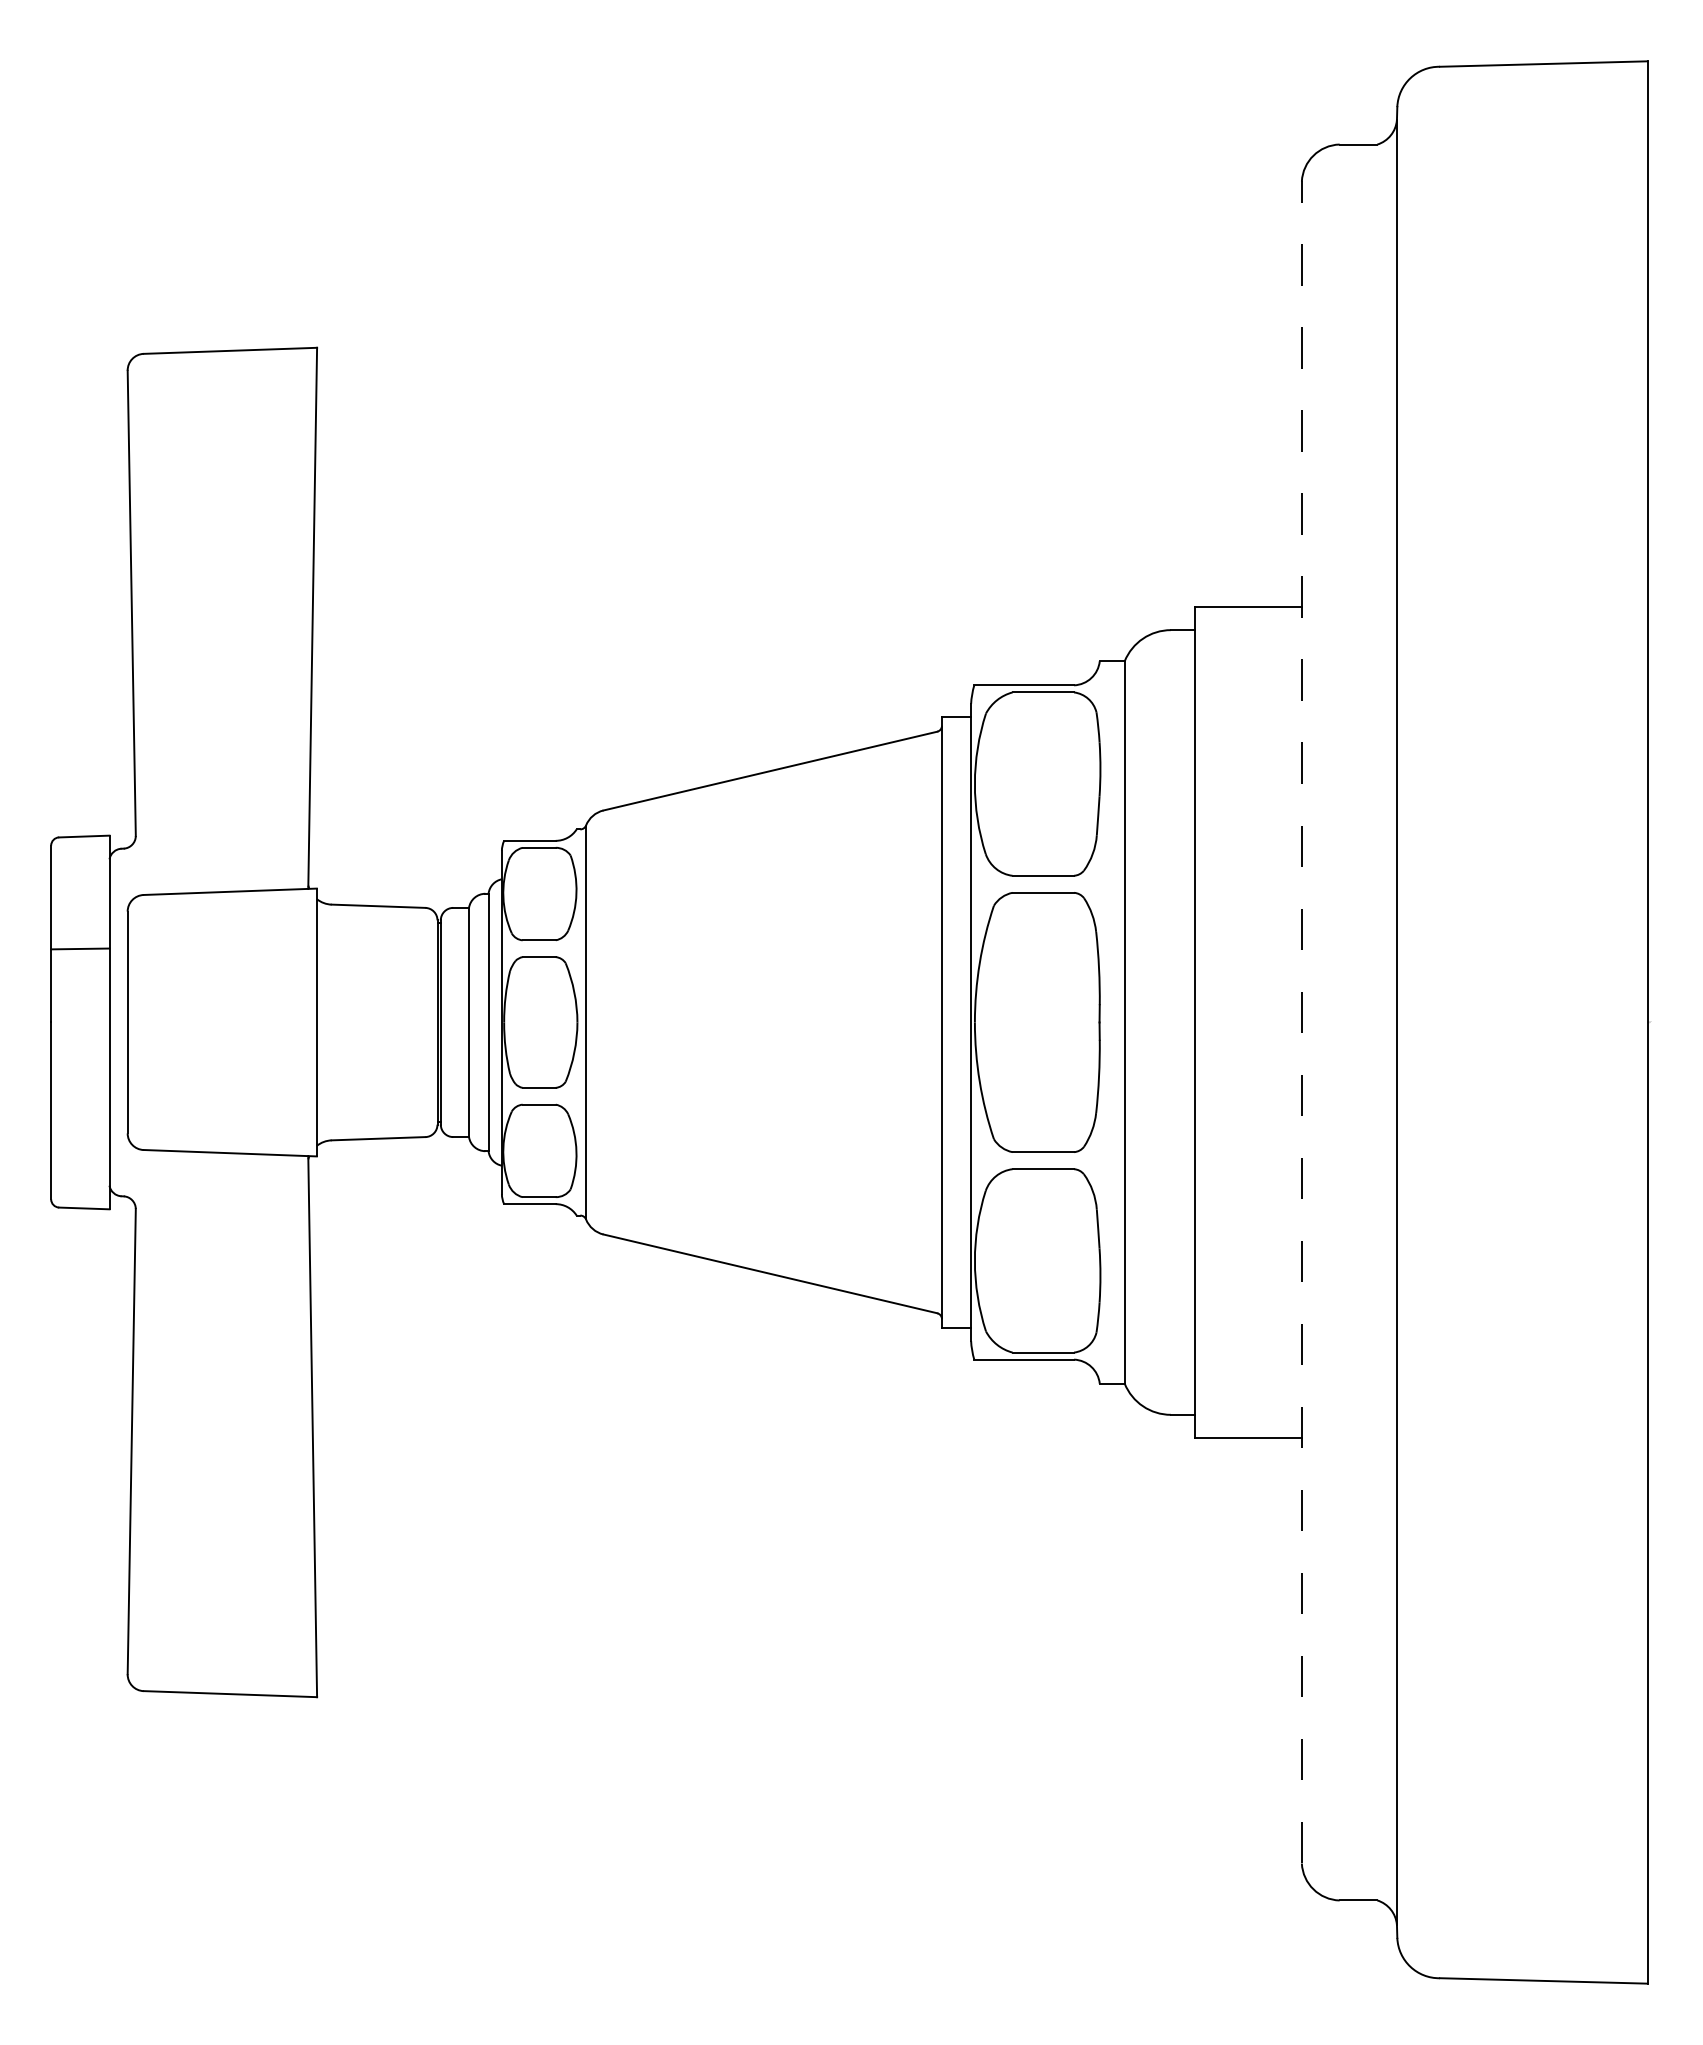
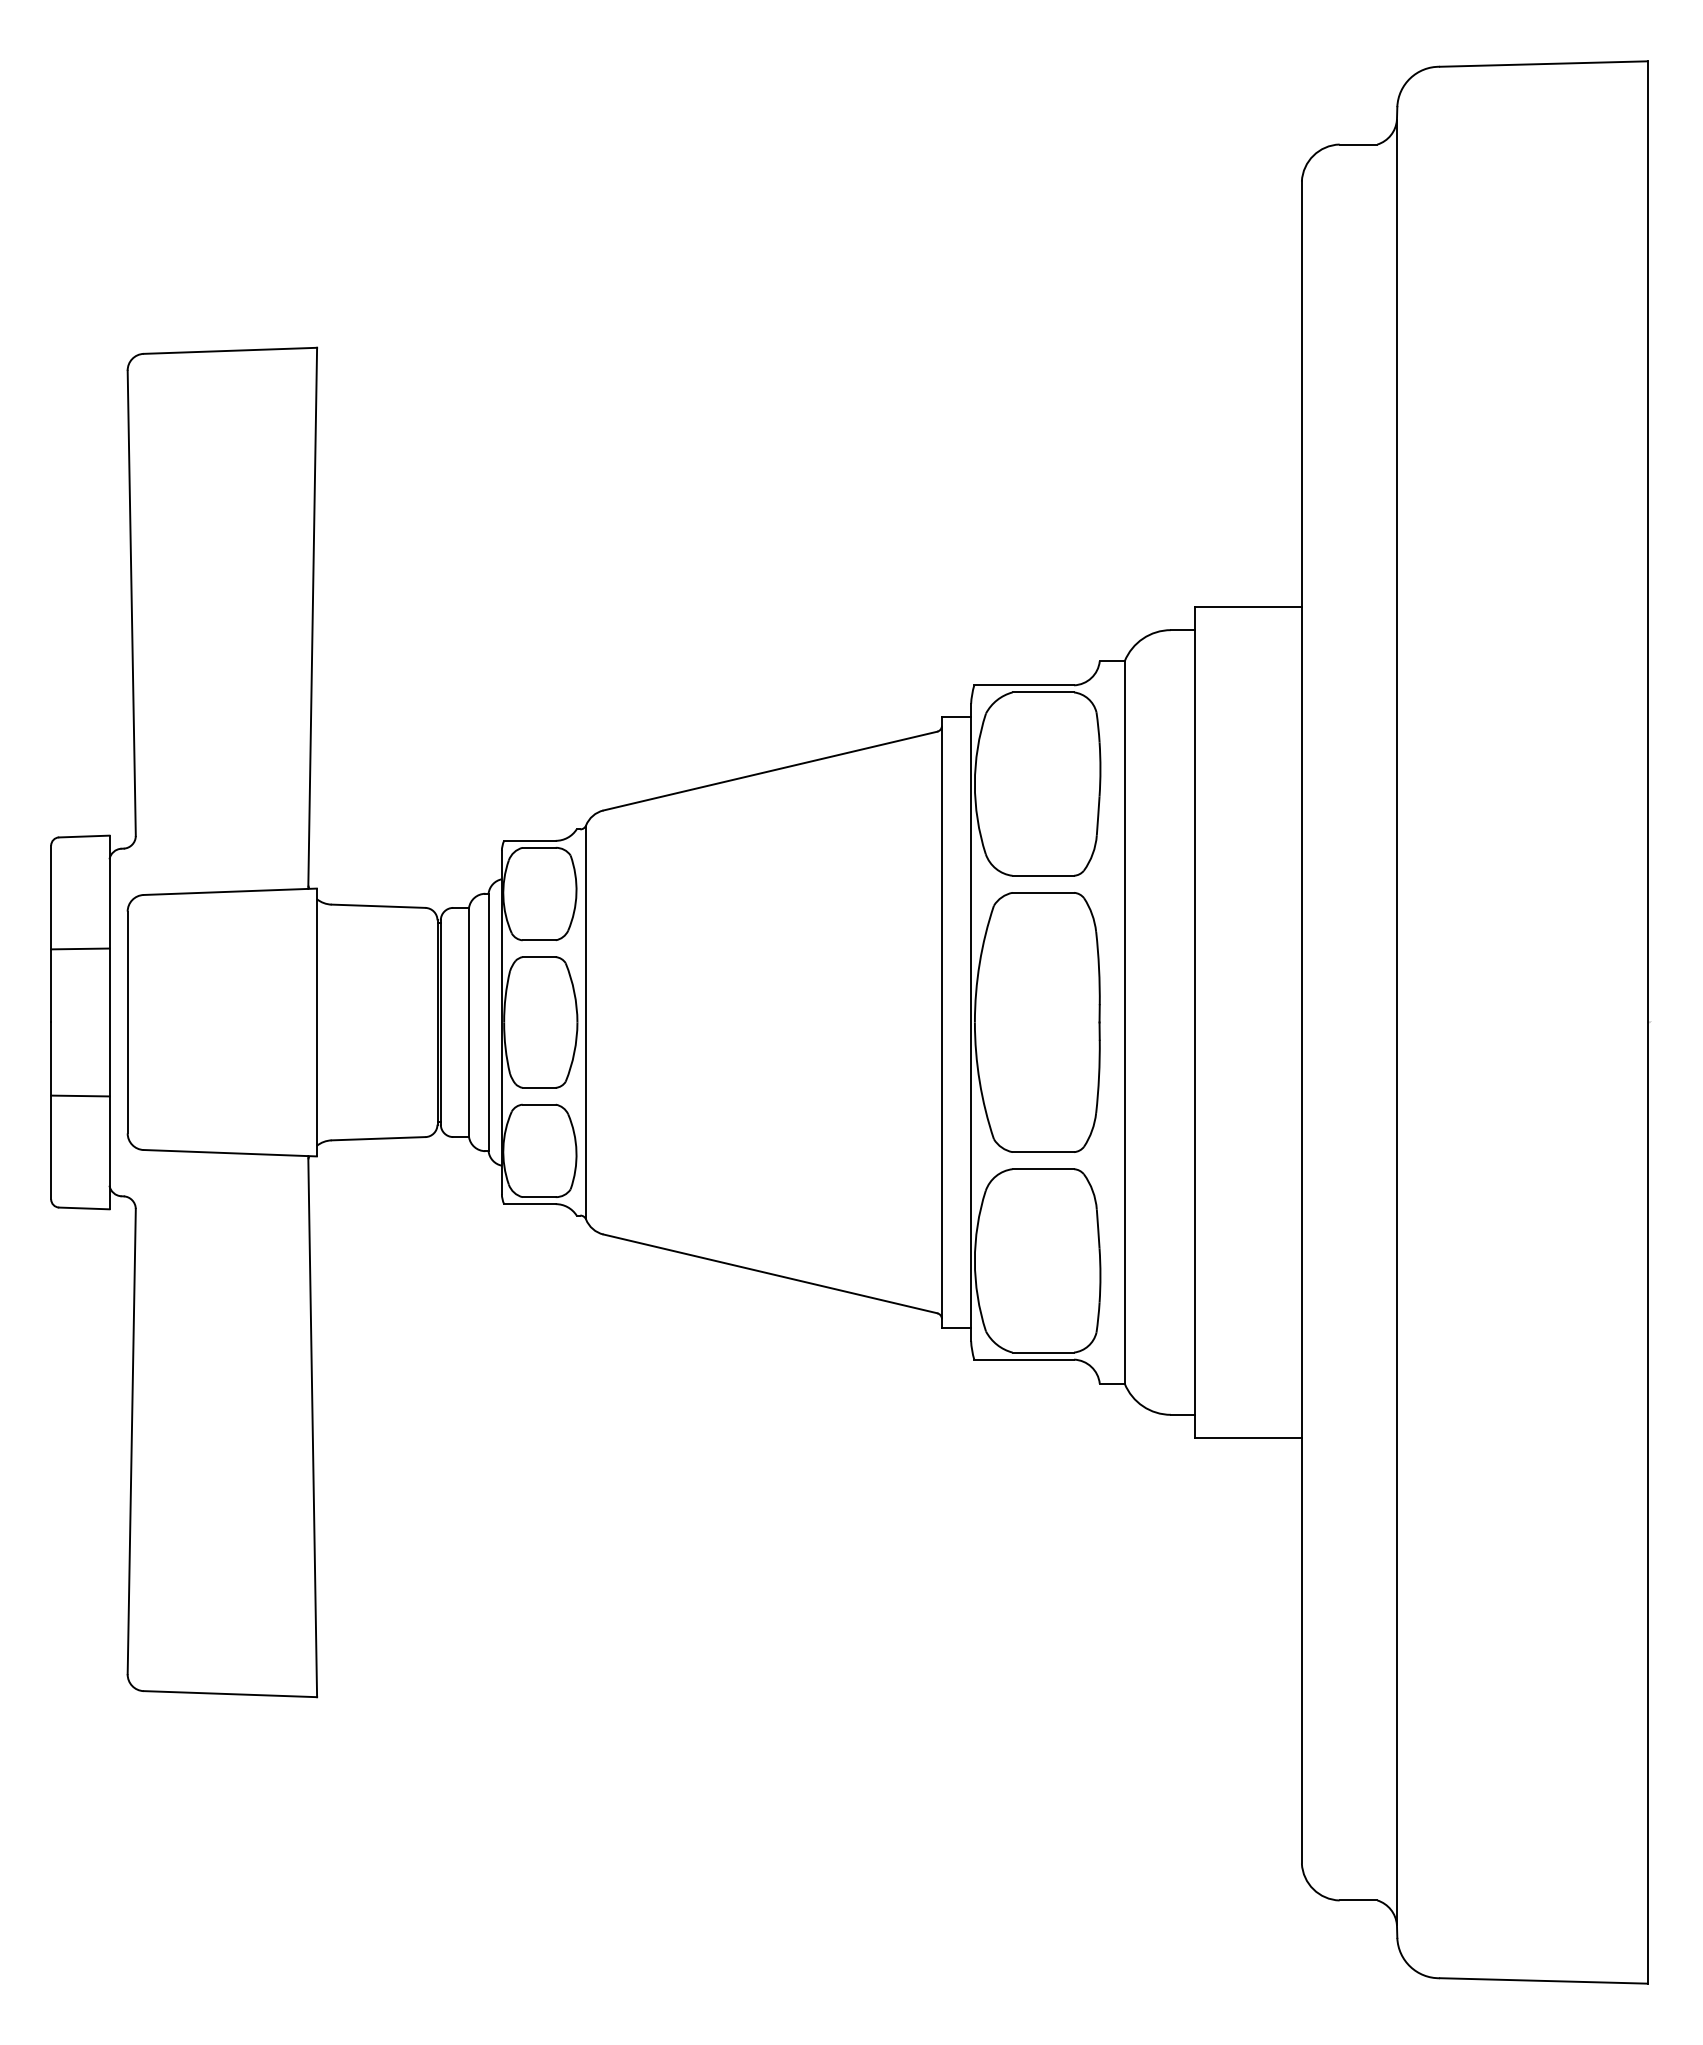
line at (1301, 1022): dashed -> solid
line at (80, 1095): none -> present
